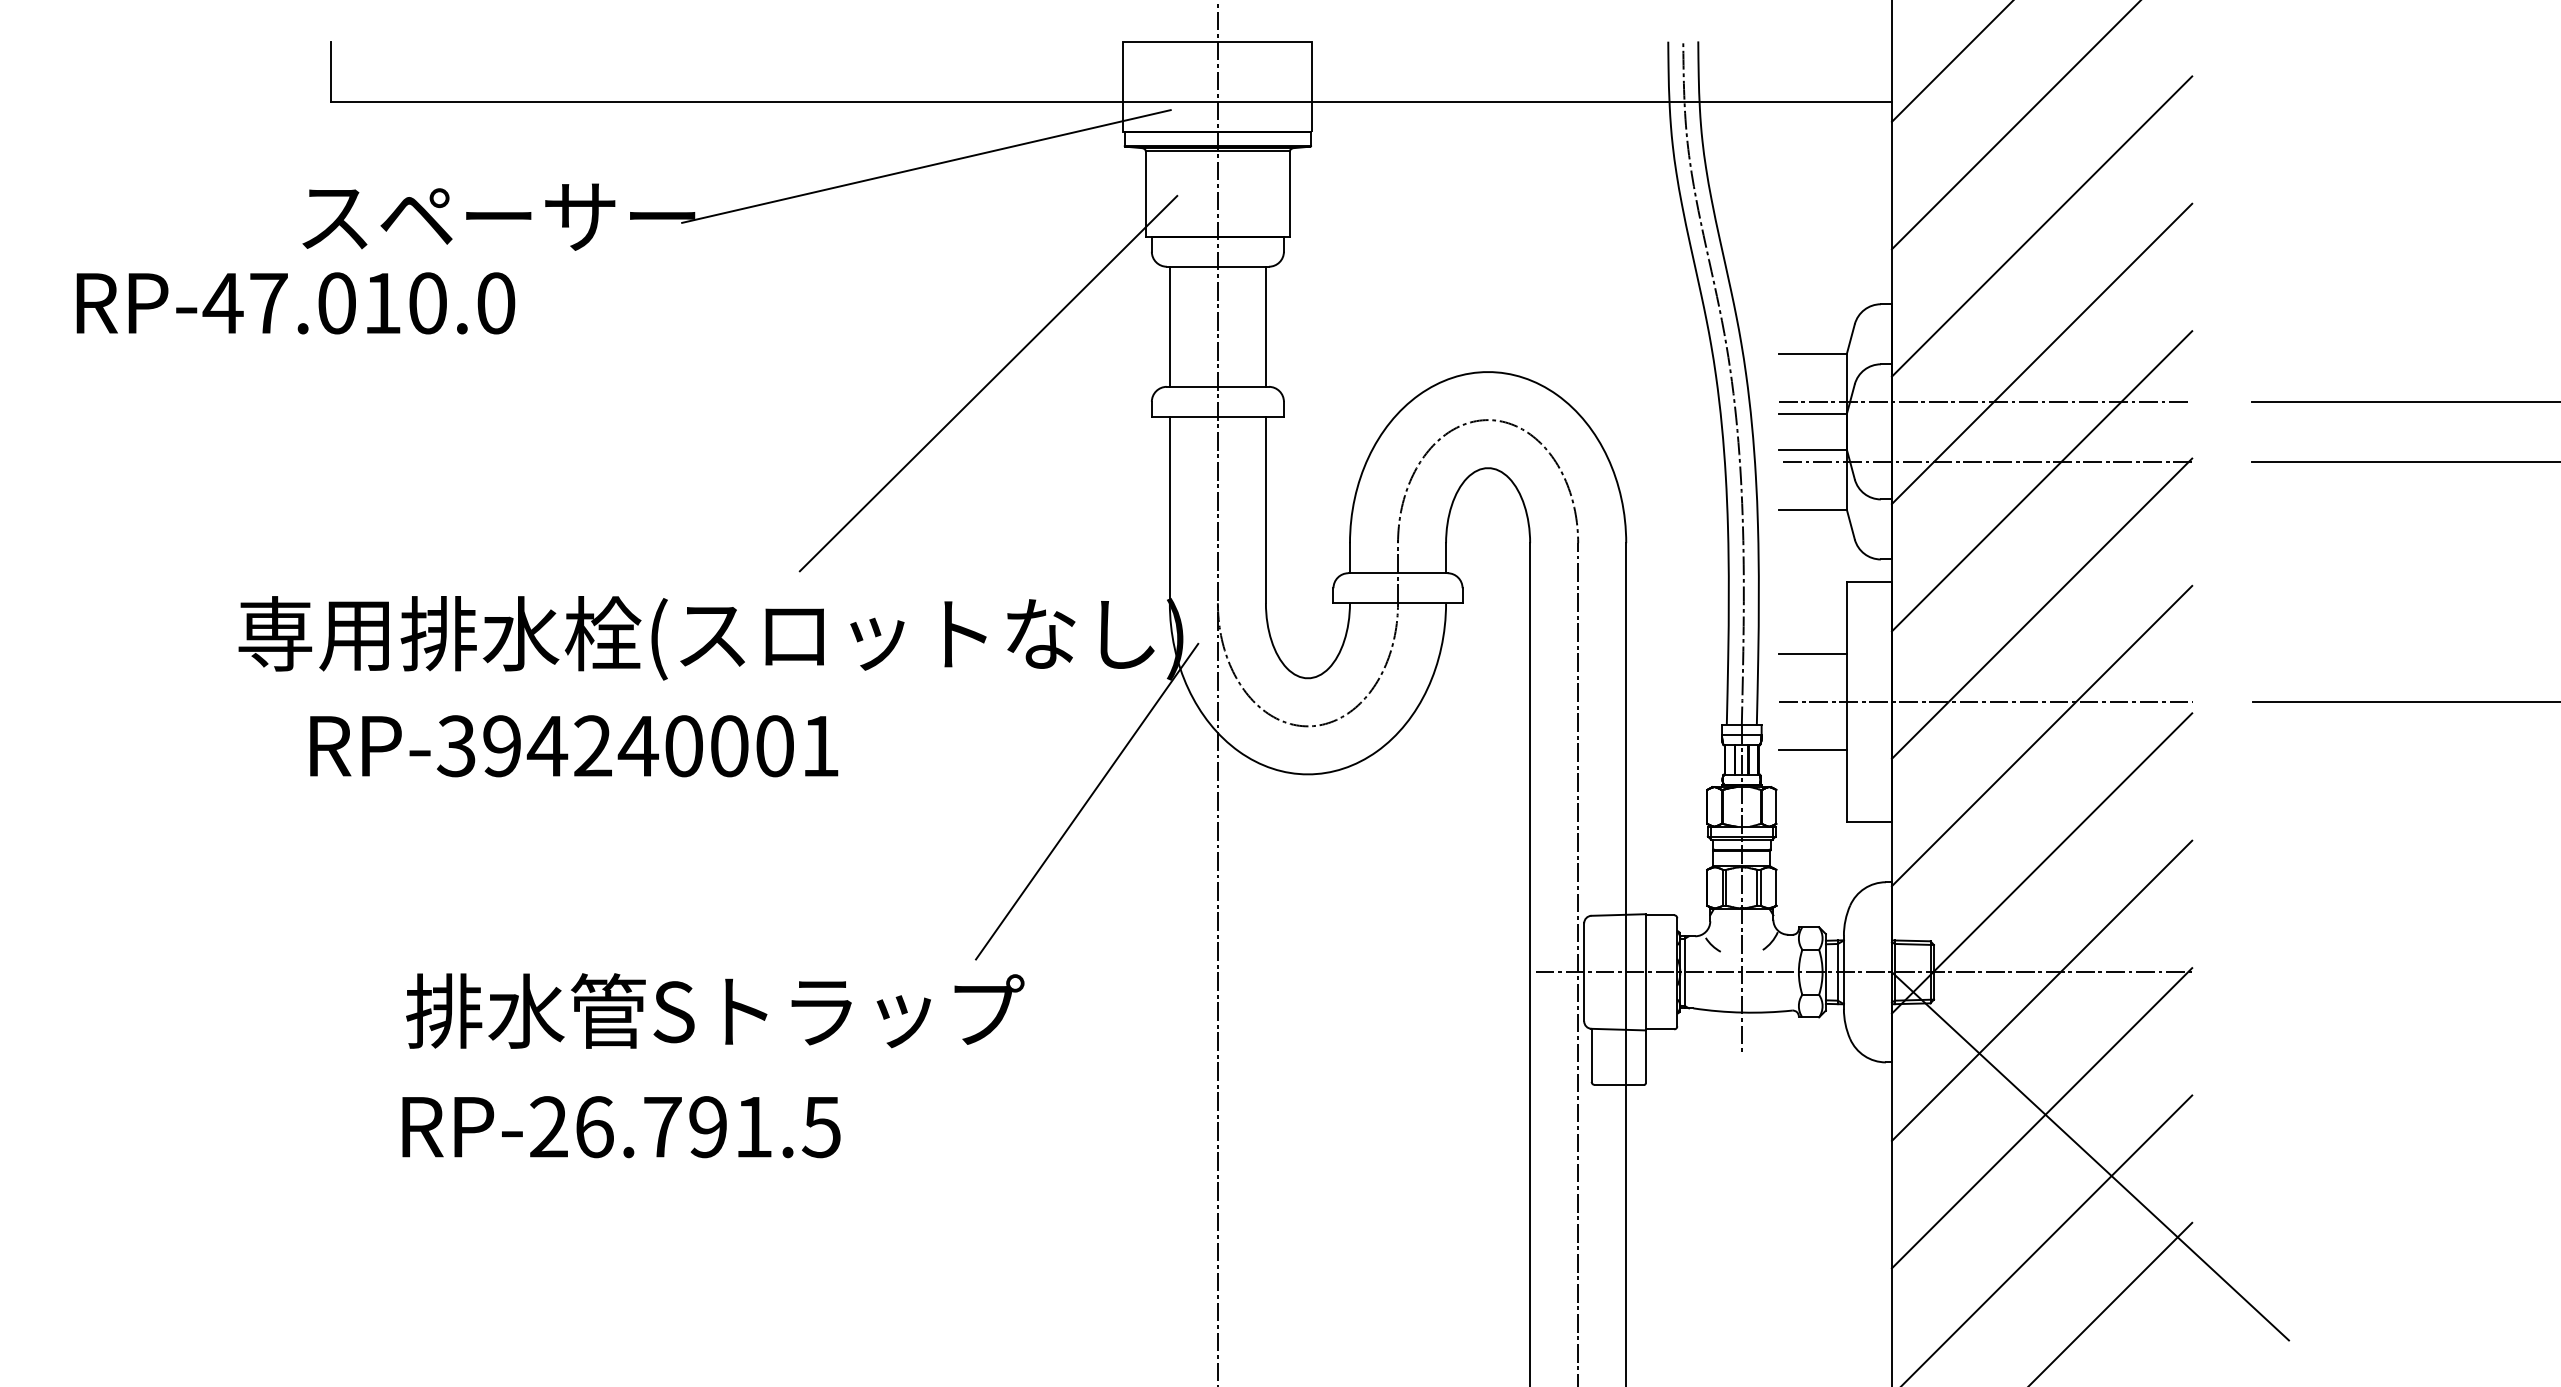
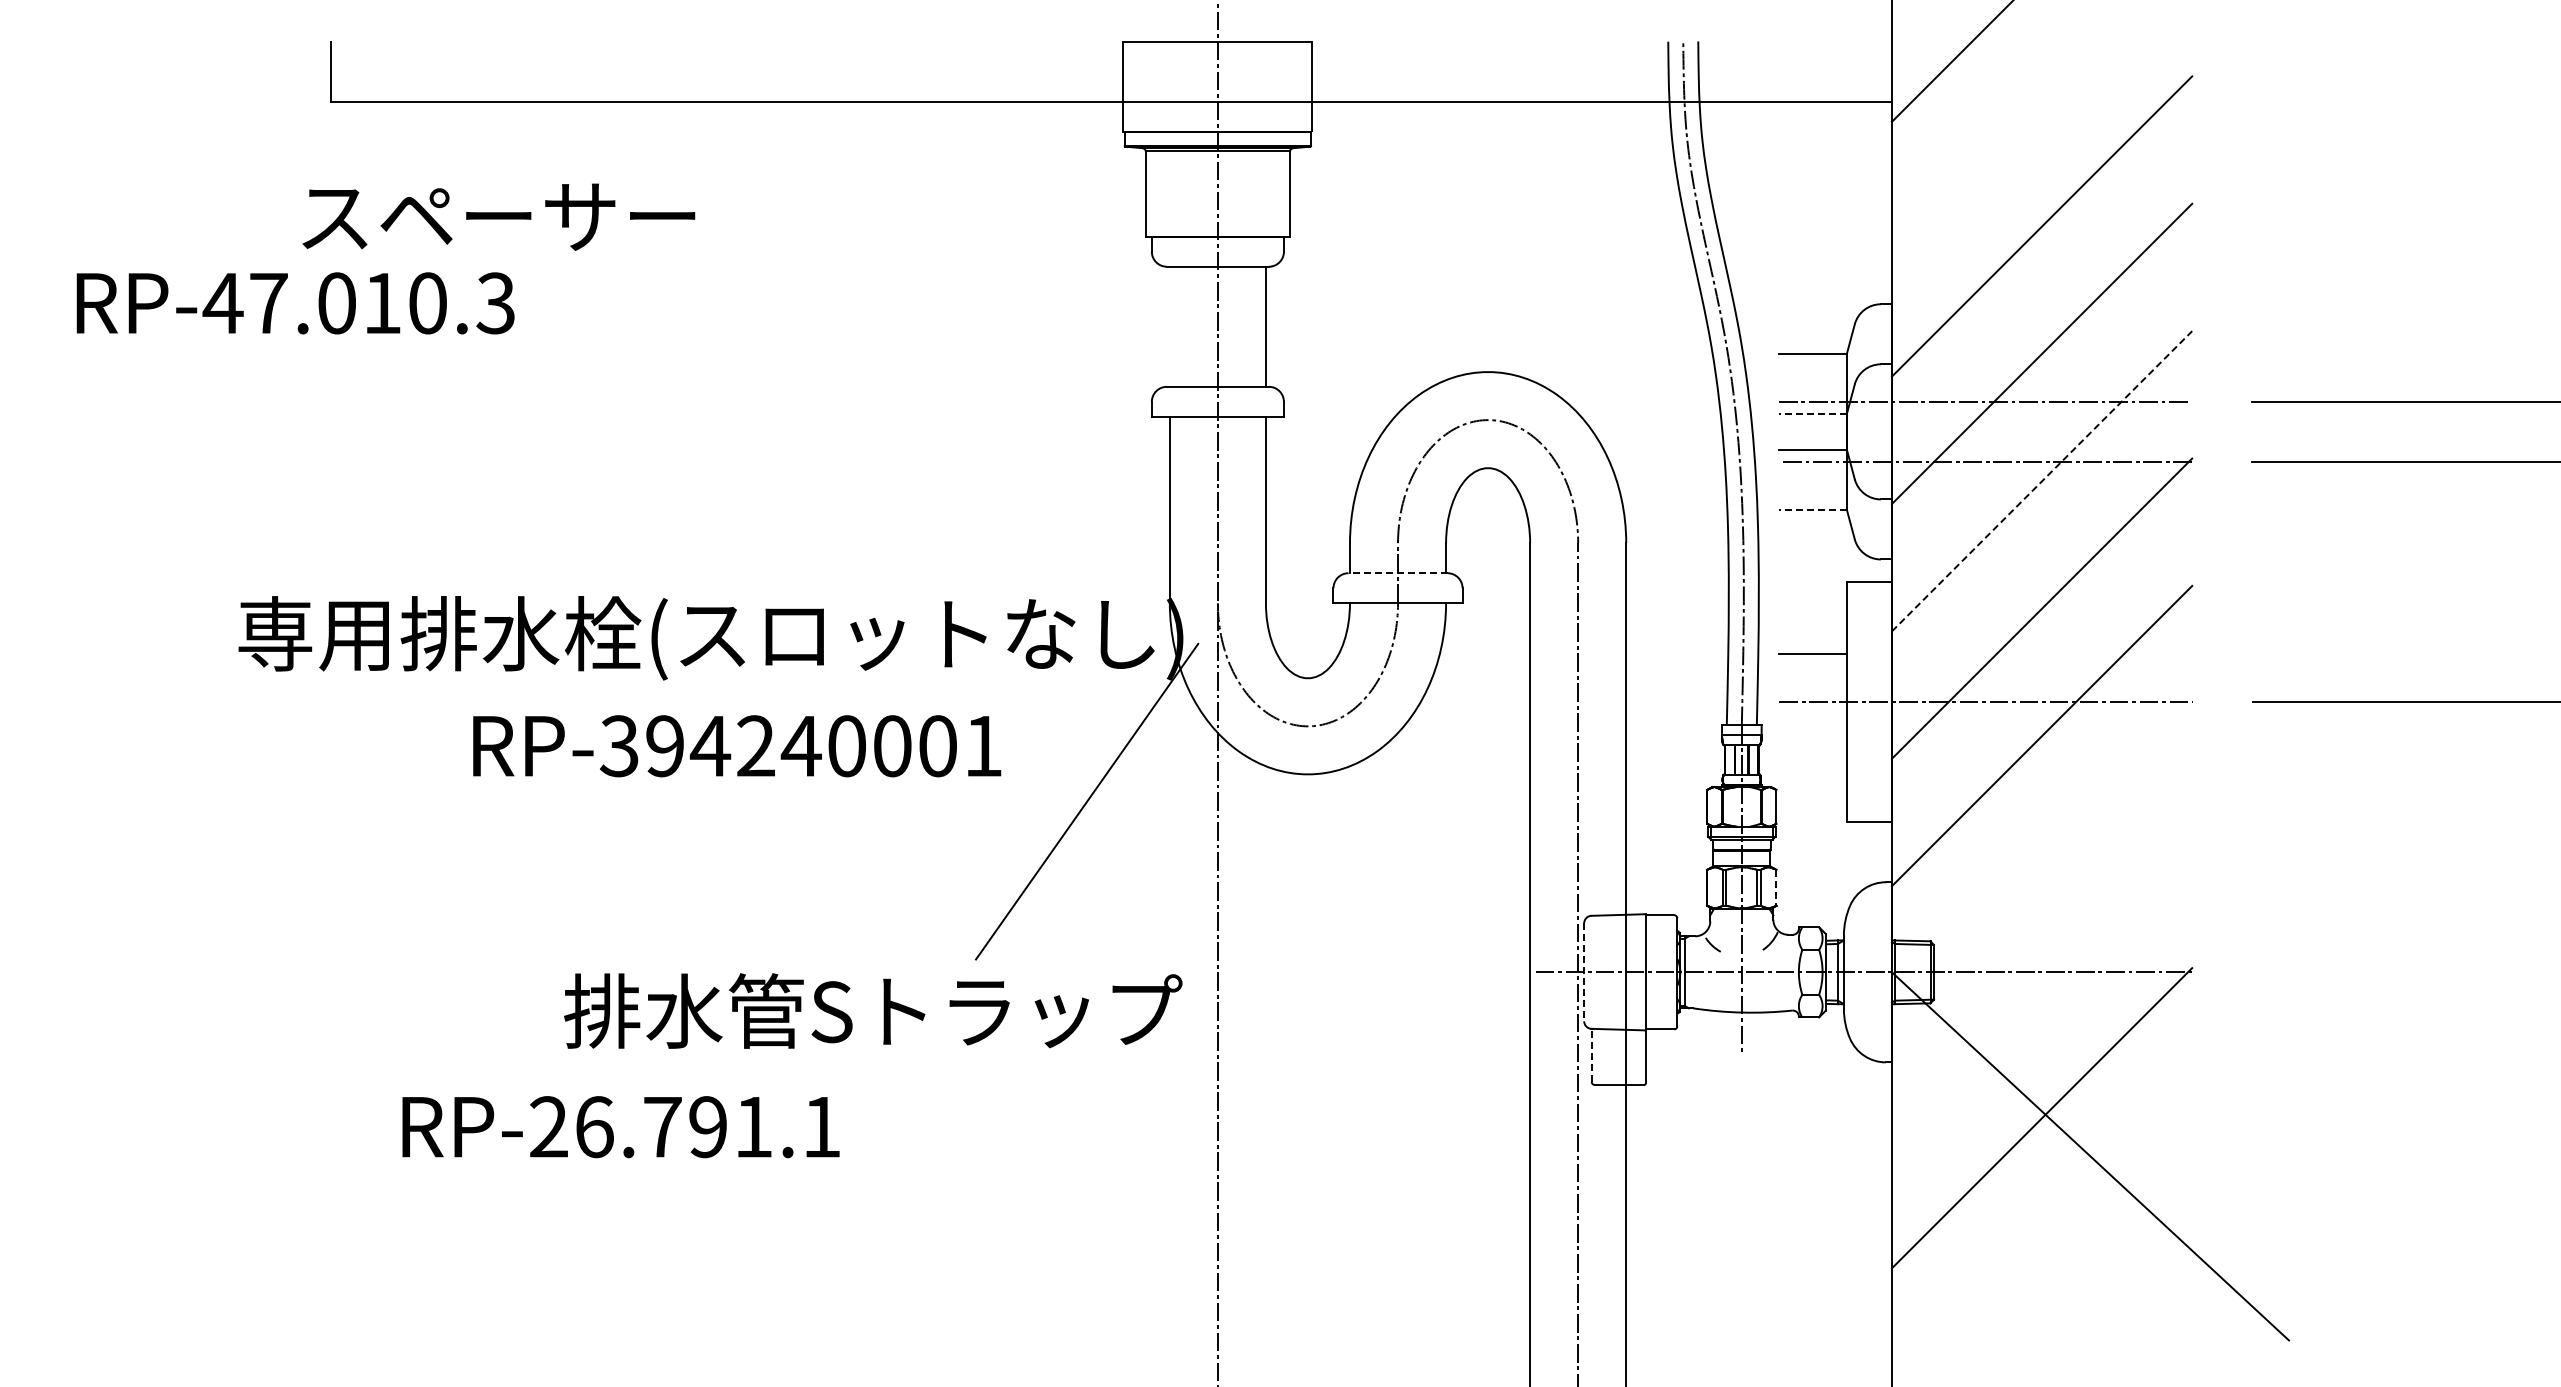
line at (2015, 125): present -> none
line at (926, 166): present -> none
text at (495, 303): RP-47.010.0 -> RP-47.010.3
line at (1169, 326): present -> none
line at (988, 383): present -> none
line at (1812, 413): solid -> dashed
line at (2042, 480): solid -> dashed
line at (1812, 509): solid -> dashed
line at (1398, 573): solid -> dashed
text at (574, 746) position: (574, 746) -> (737, 746)
line at (1812, 750): present -> none
line at (2041, 863): present -> none
line at (1776, 887): solid -> dashed
line at (1584, 972): solid -> dashed
line at (2041, 990): present -> none
text at (715, 1010) position: (715, 1010) -> (873, 1010)
line at (1591, 1055): solid -> dashed
text at (820, 1127): RP-26.791.5 -> RP-26.791.1
line at (2047, 1239): present -> none
line at (2111, 1302): present -> none
